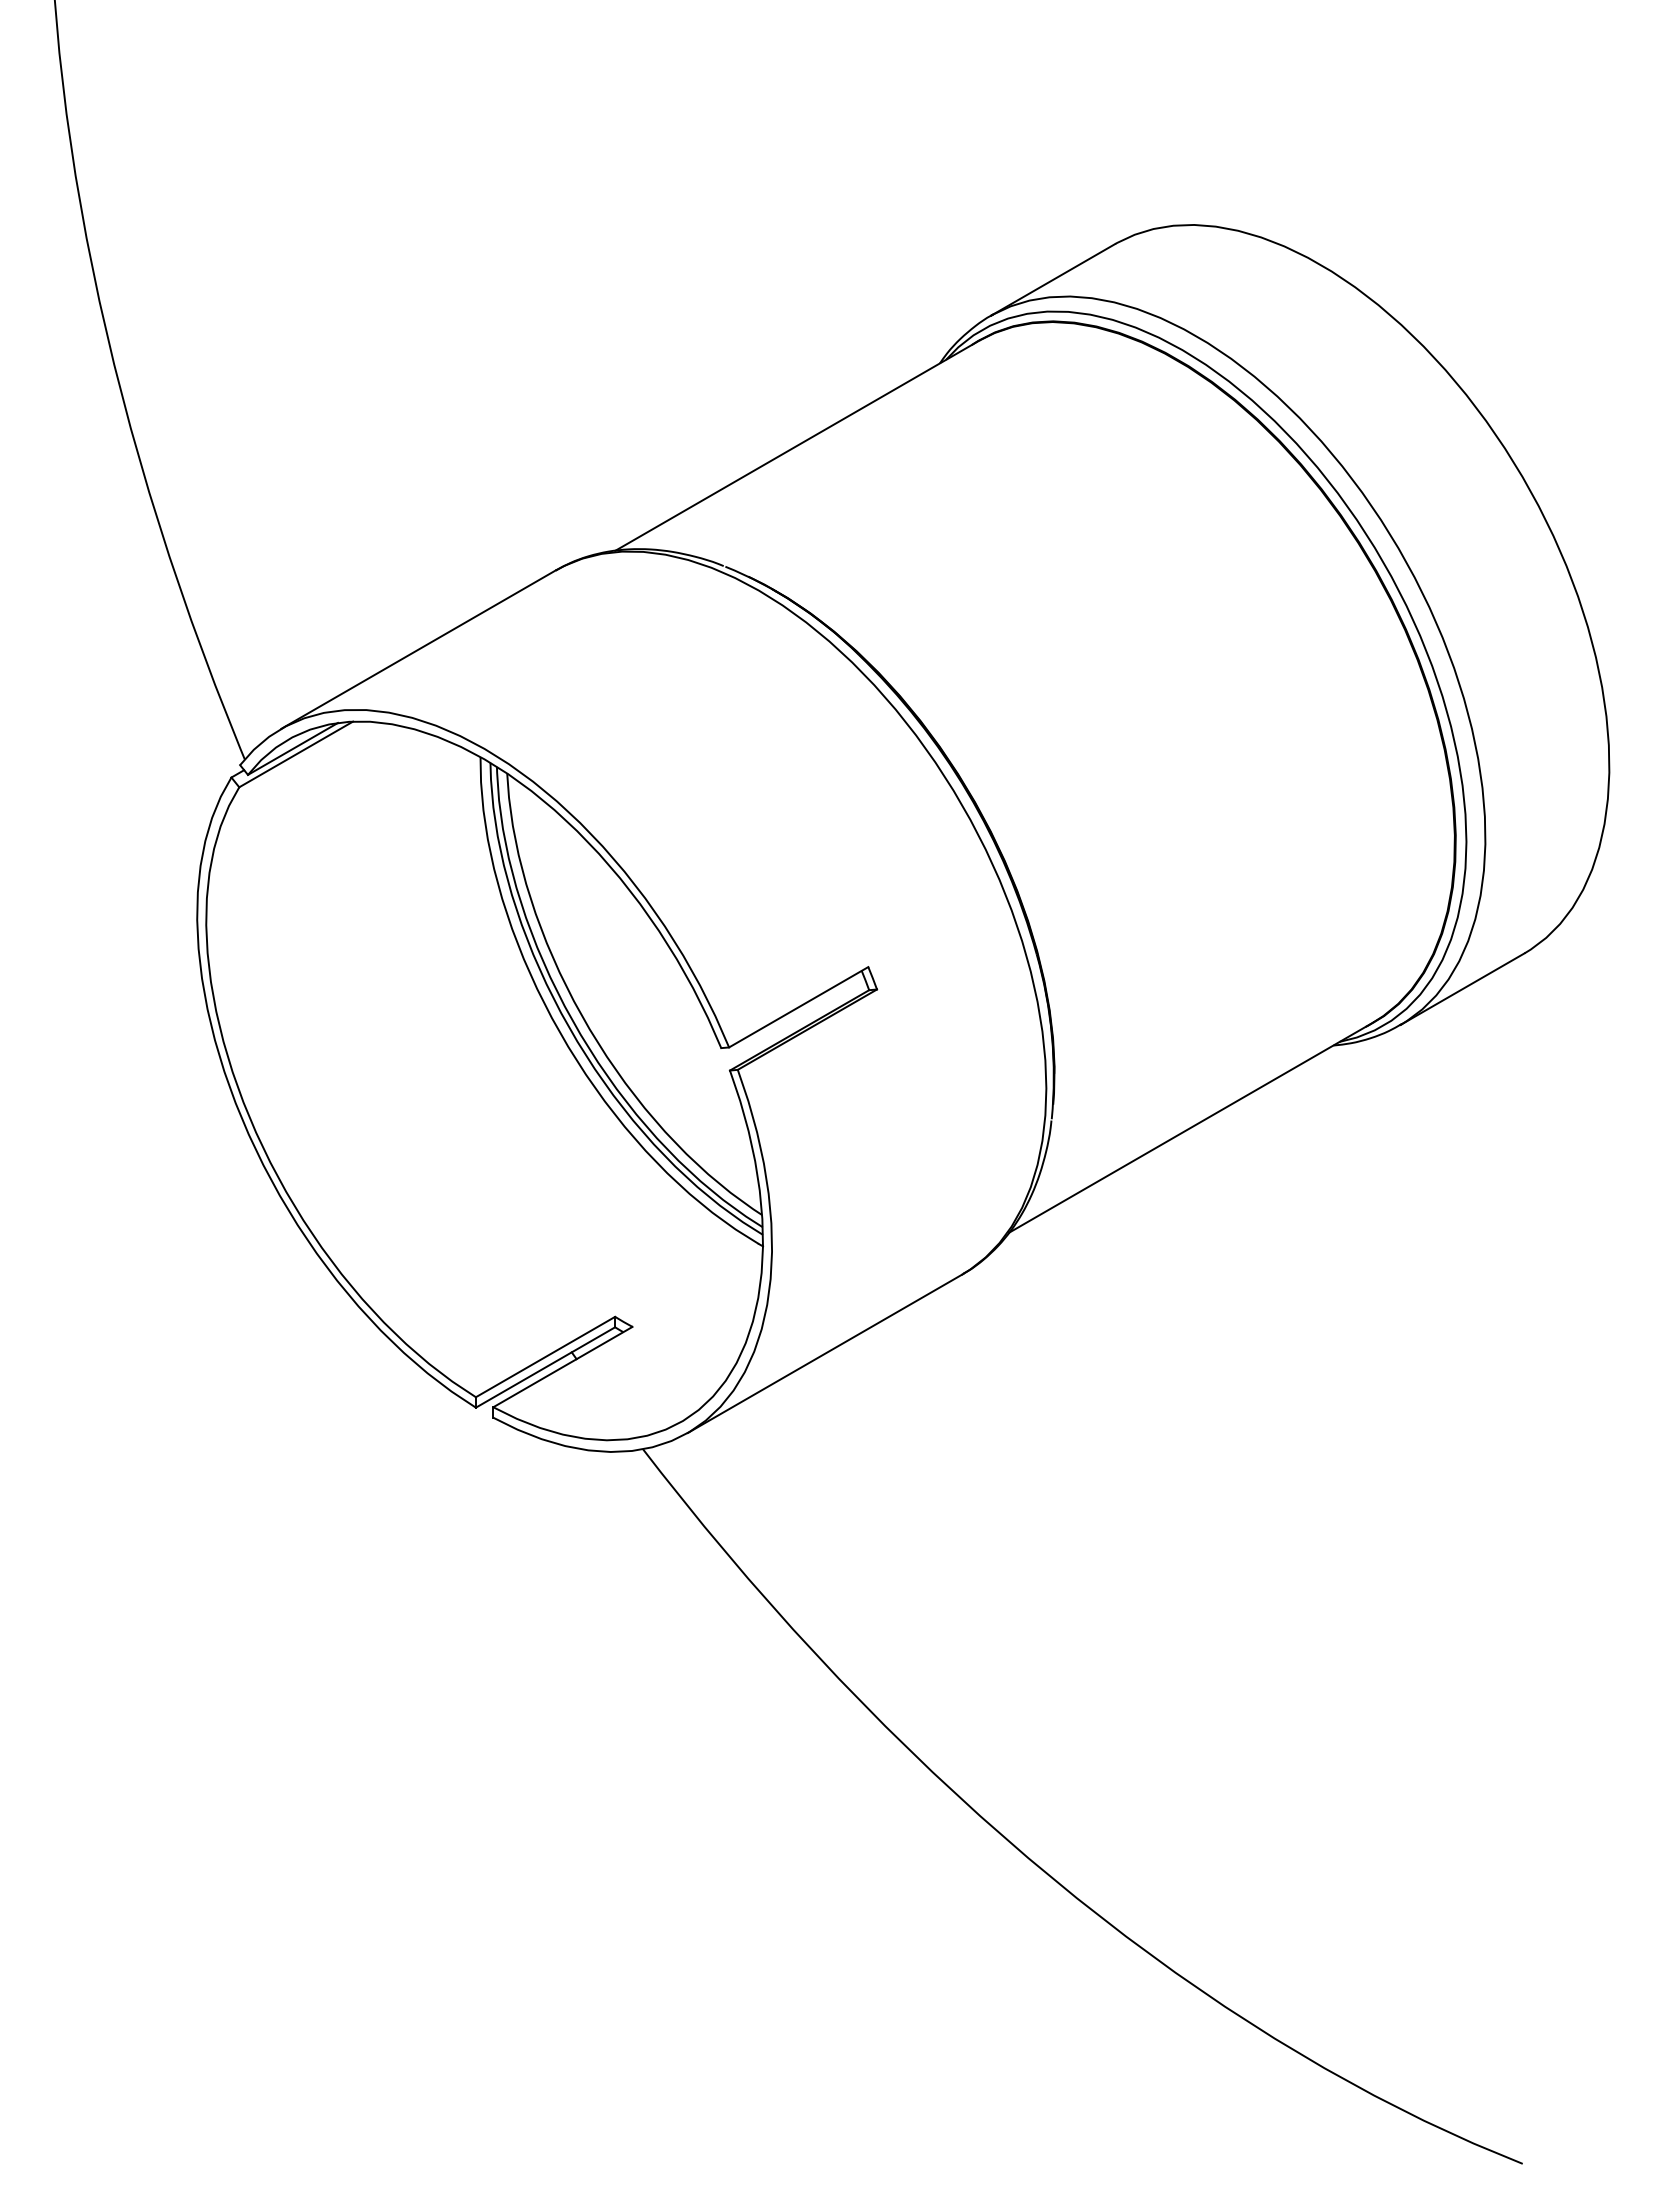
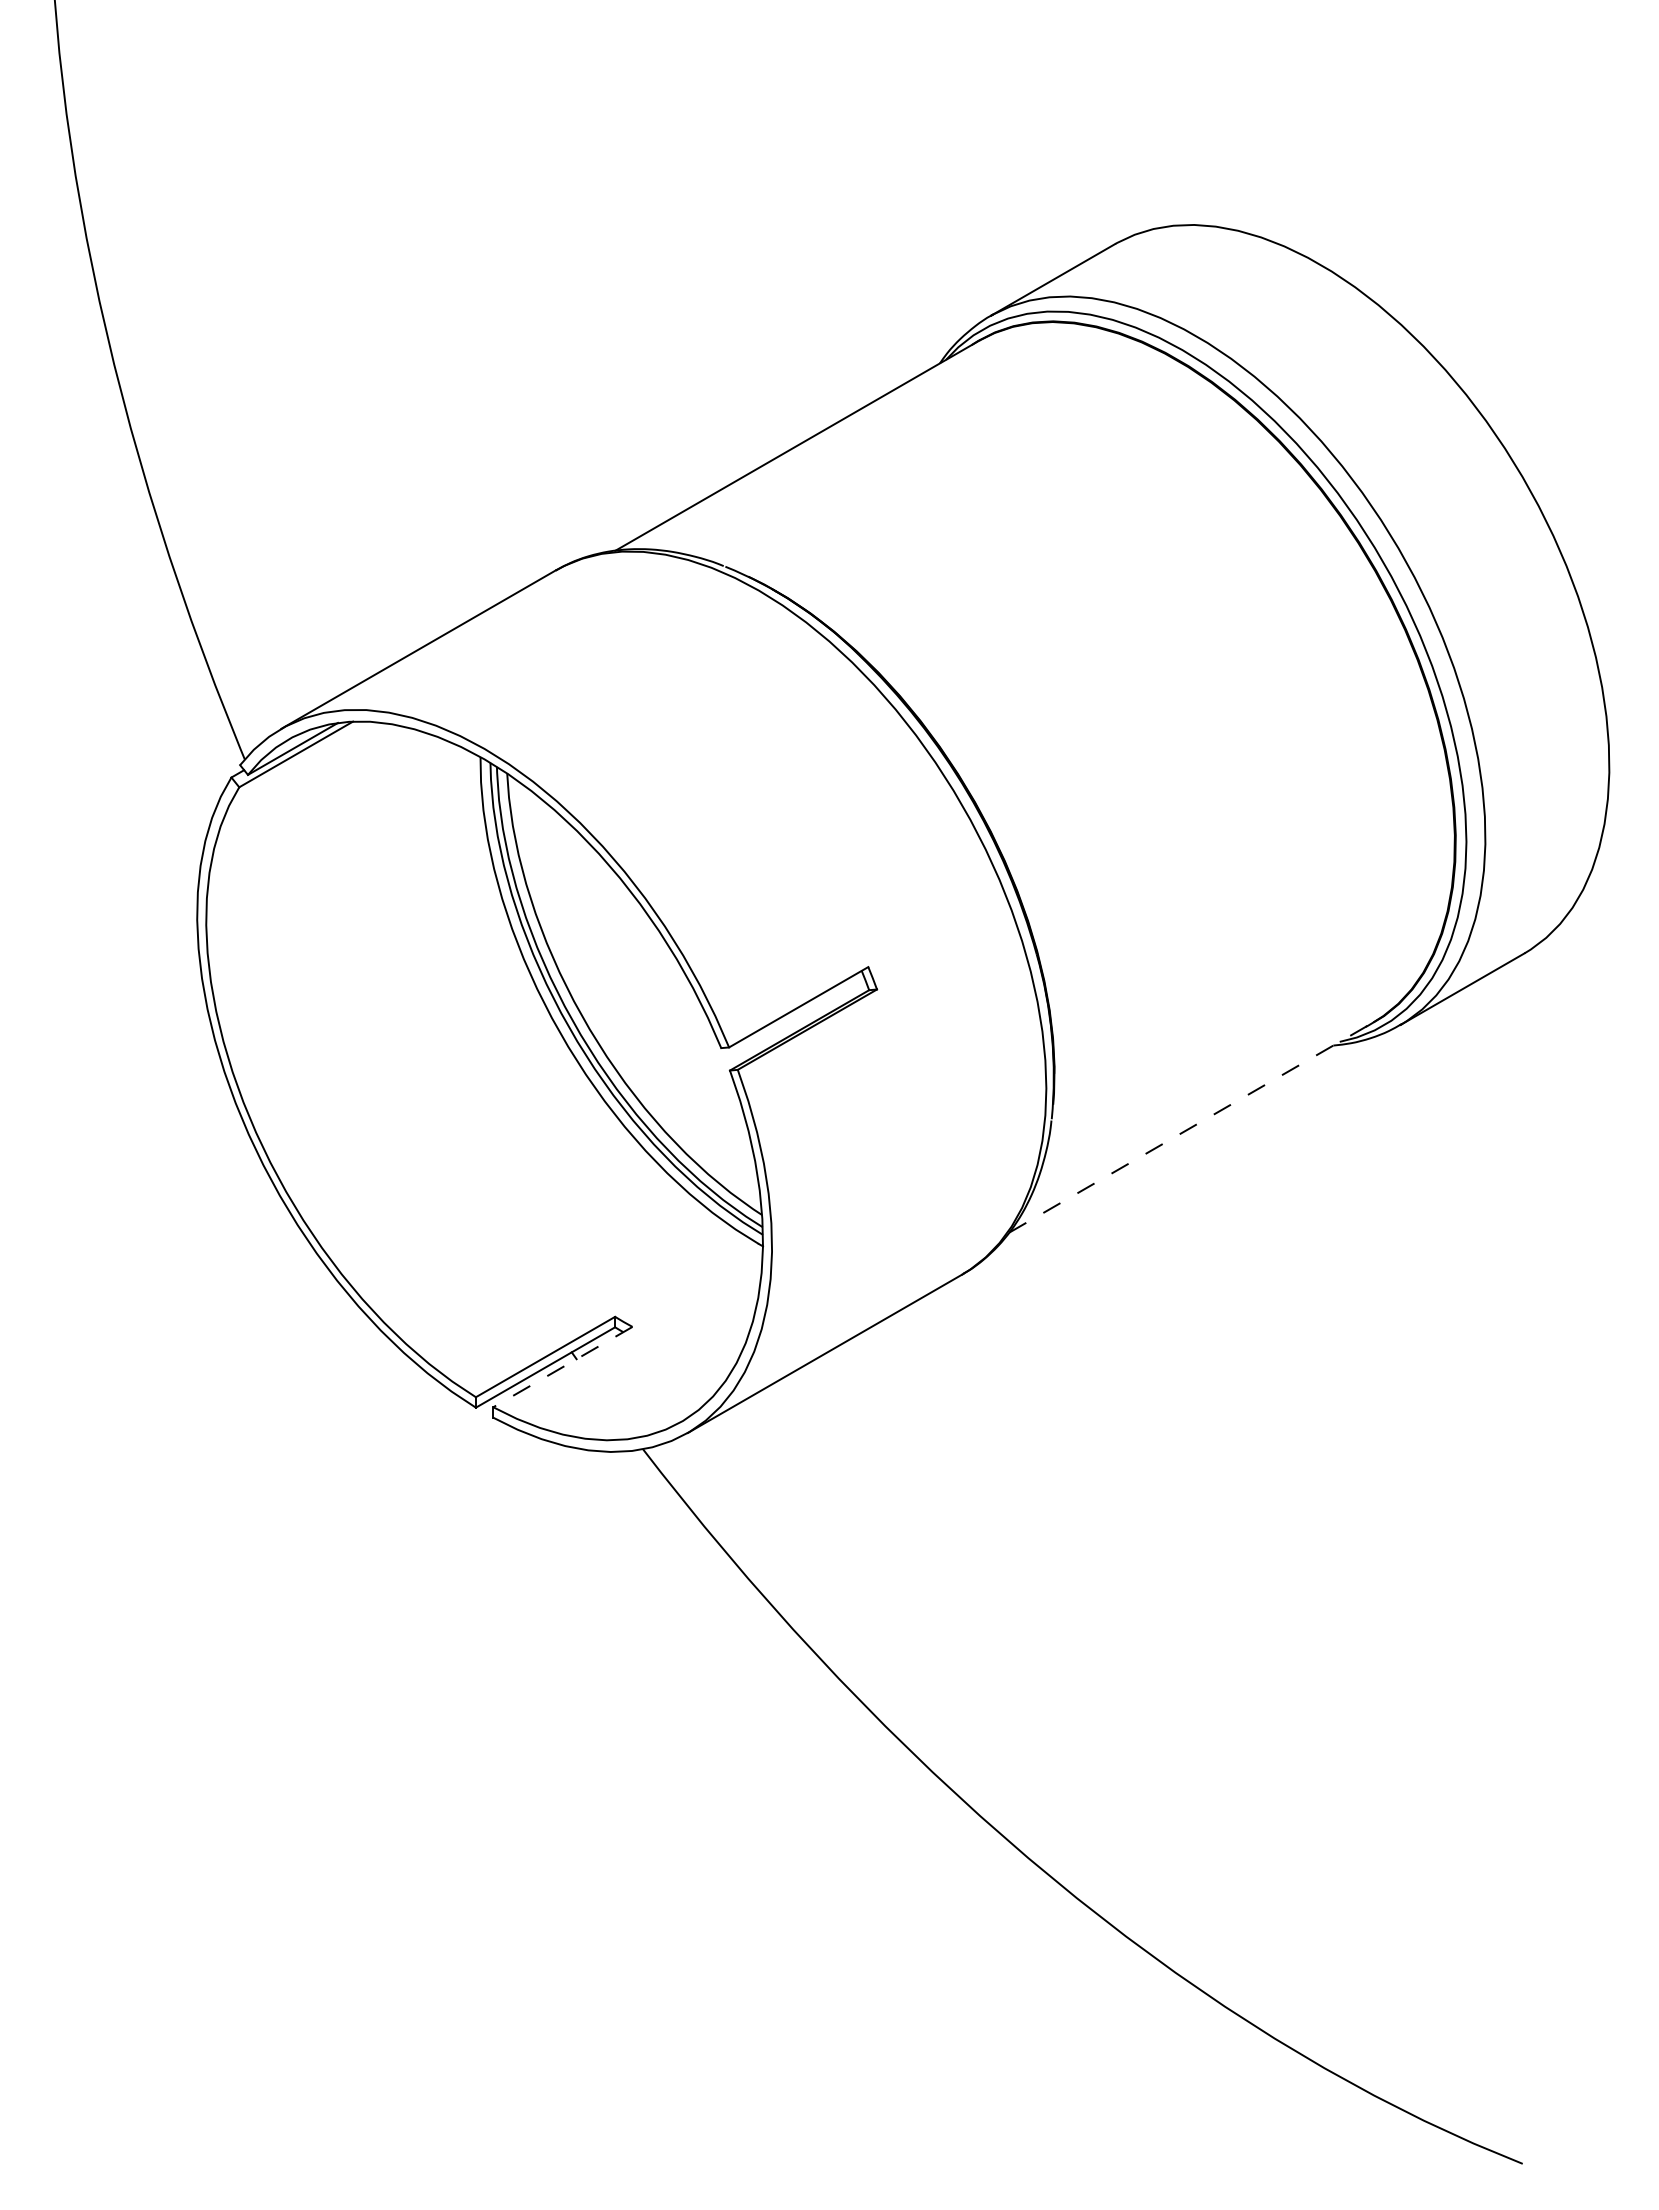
line at (1191, 1127): solid -> dashed
line at (562, 1367): solid -> dashed
